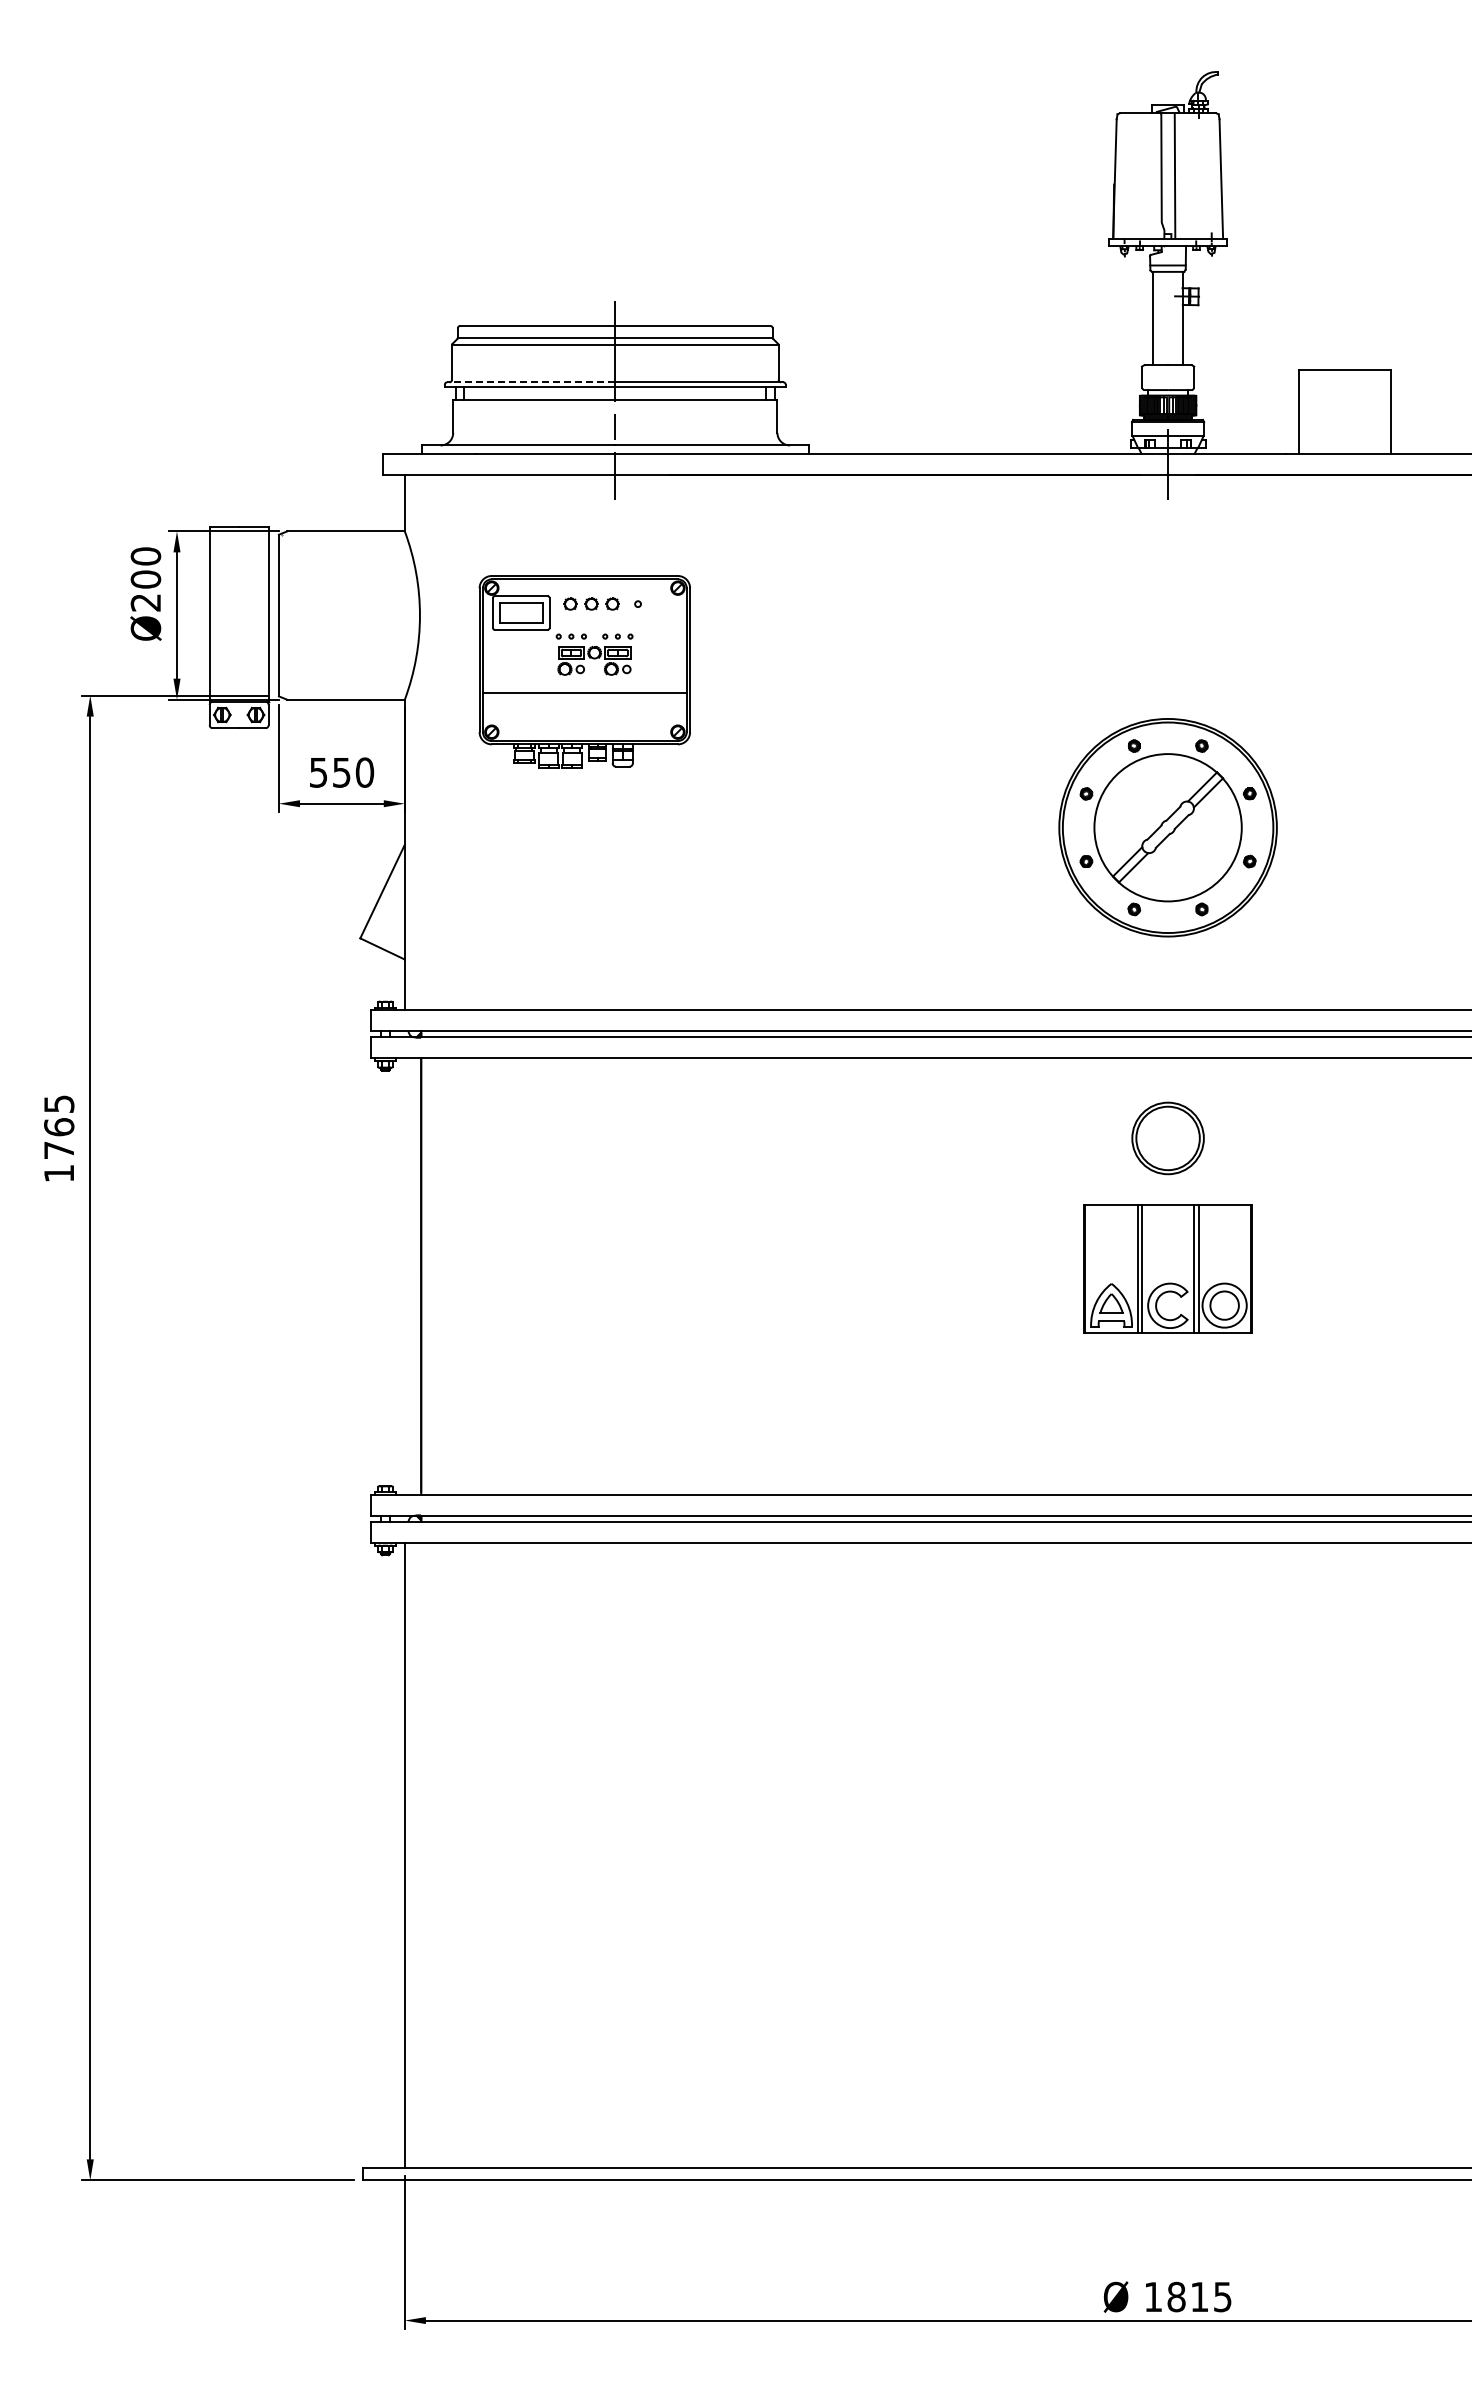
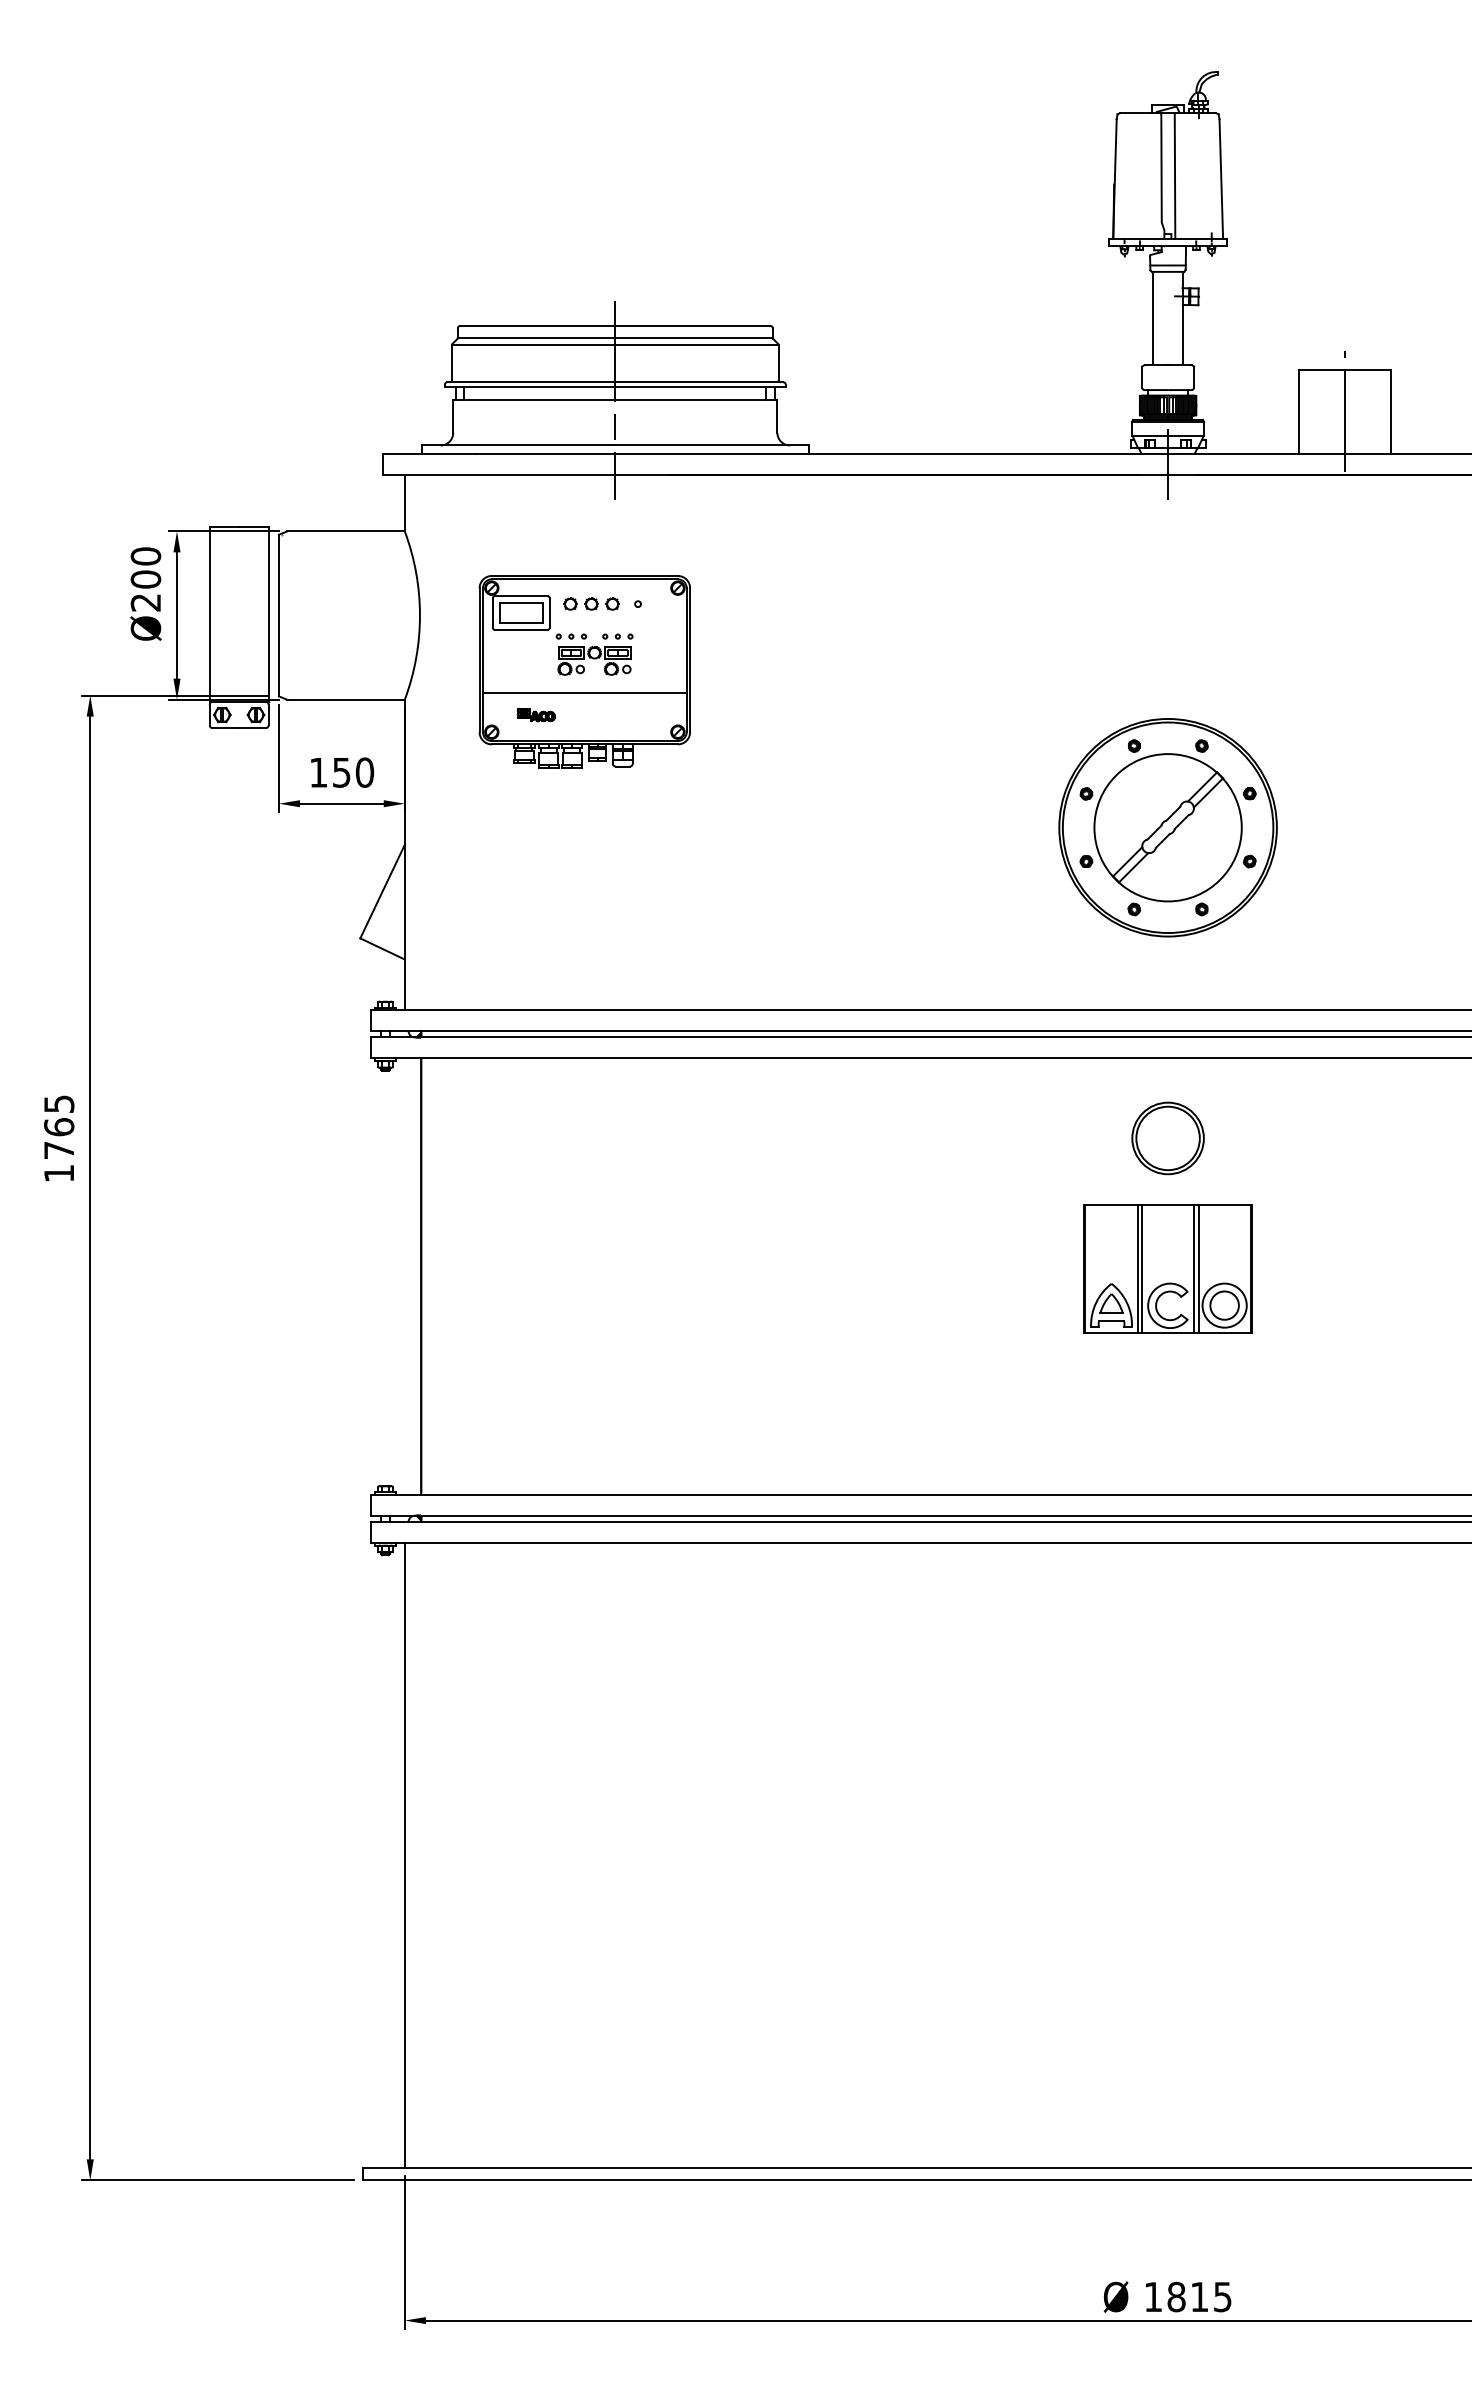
line at (531, 382): dashed -> solid
line at (1344, 411): none -> present
part at (535, 714): none -> present
text at (318, 772): 550 -> 150
